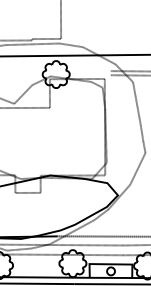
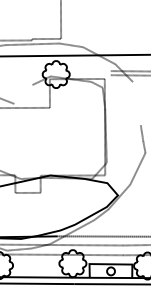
line at (23, 94): present -> none
line at (136, 103): present -> none
